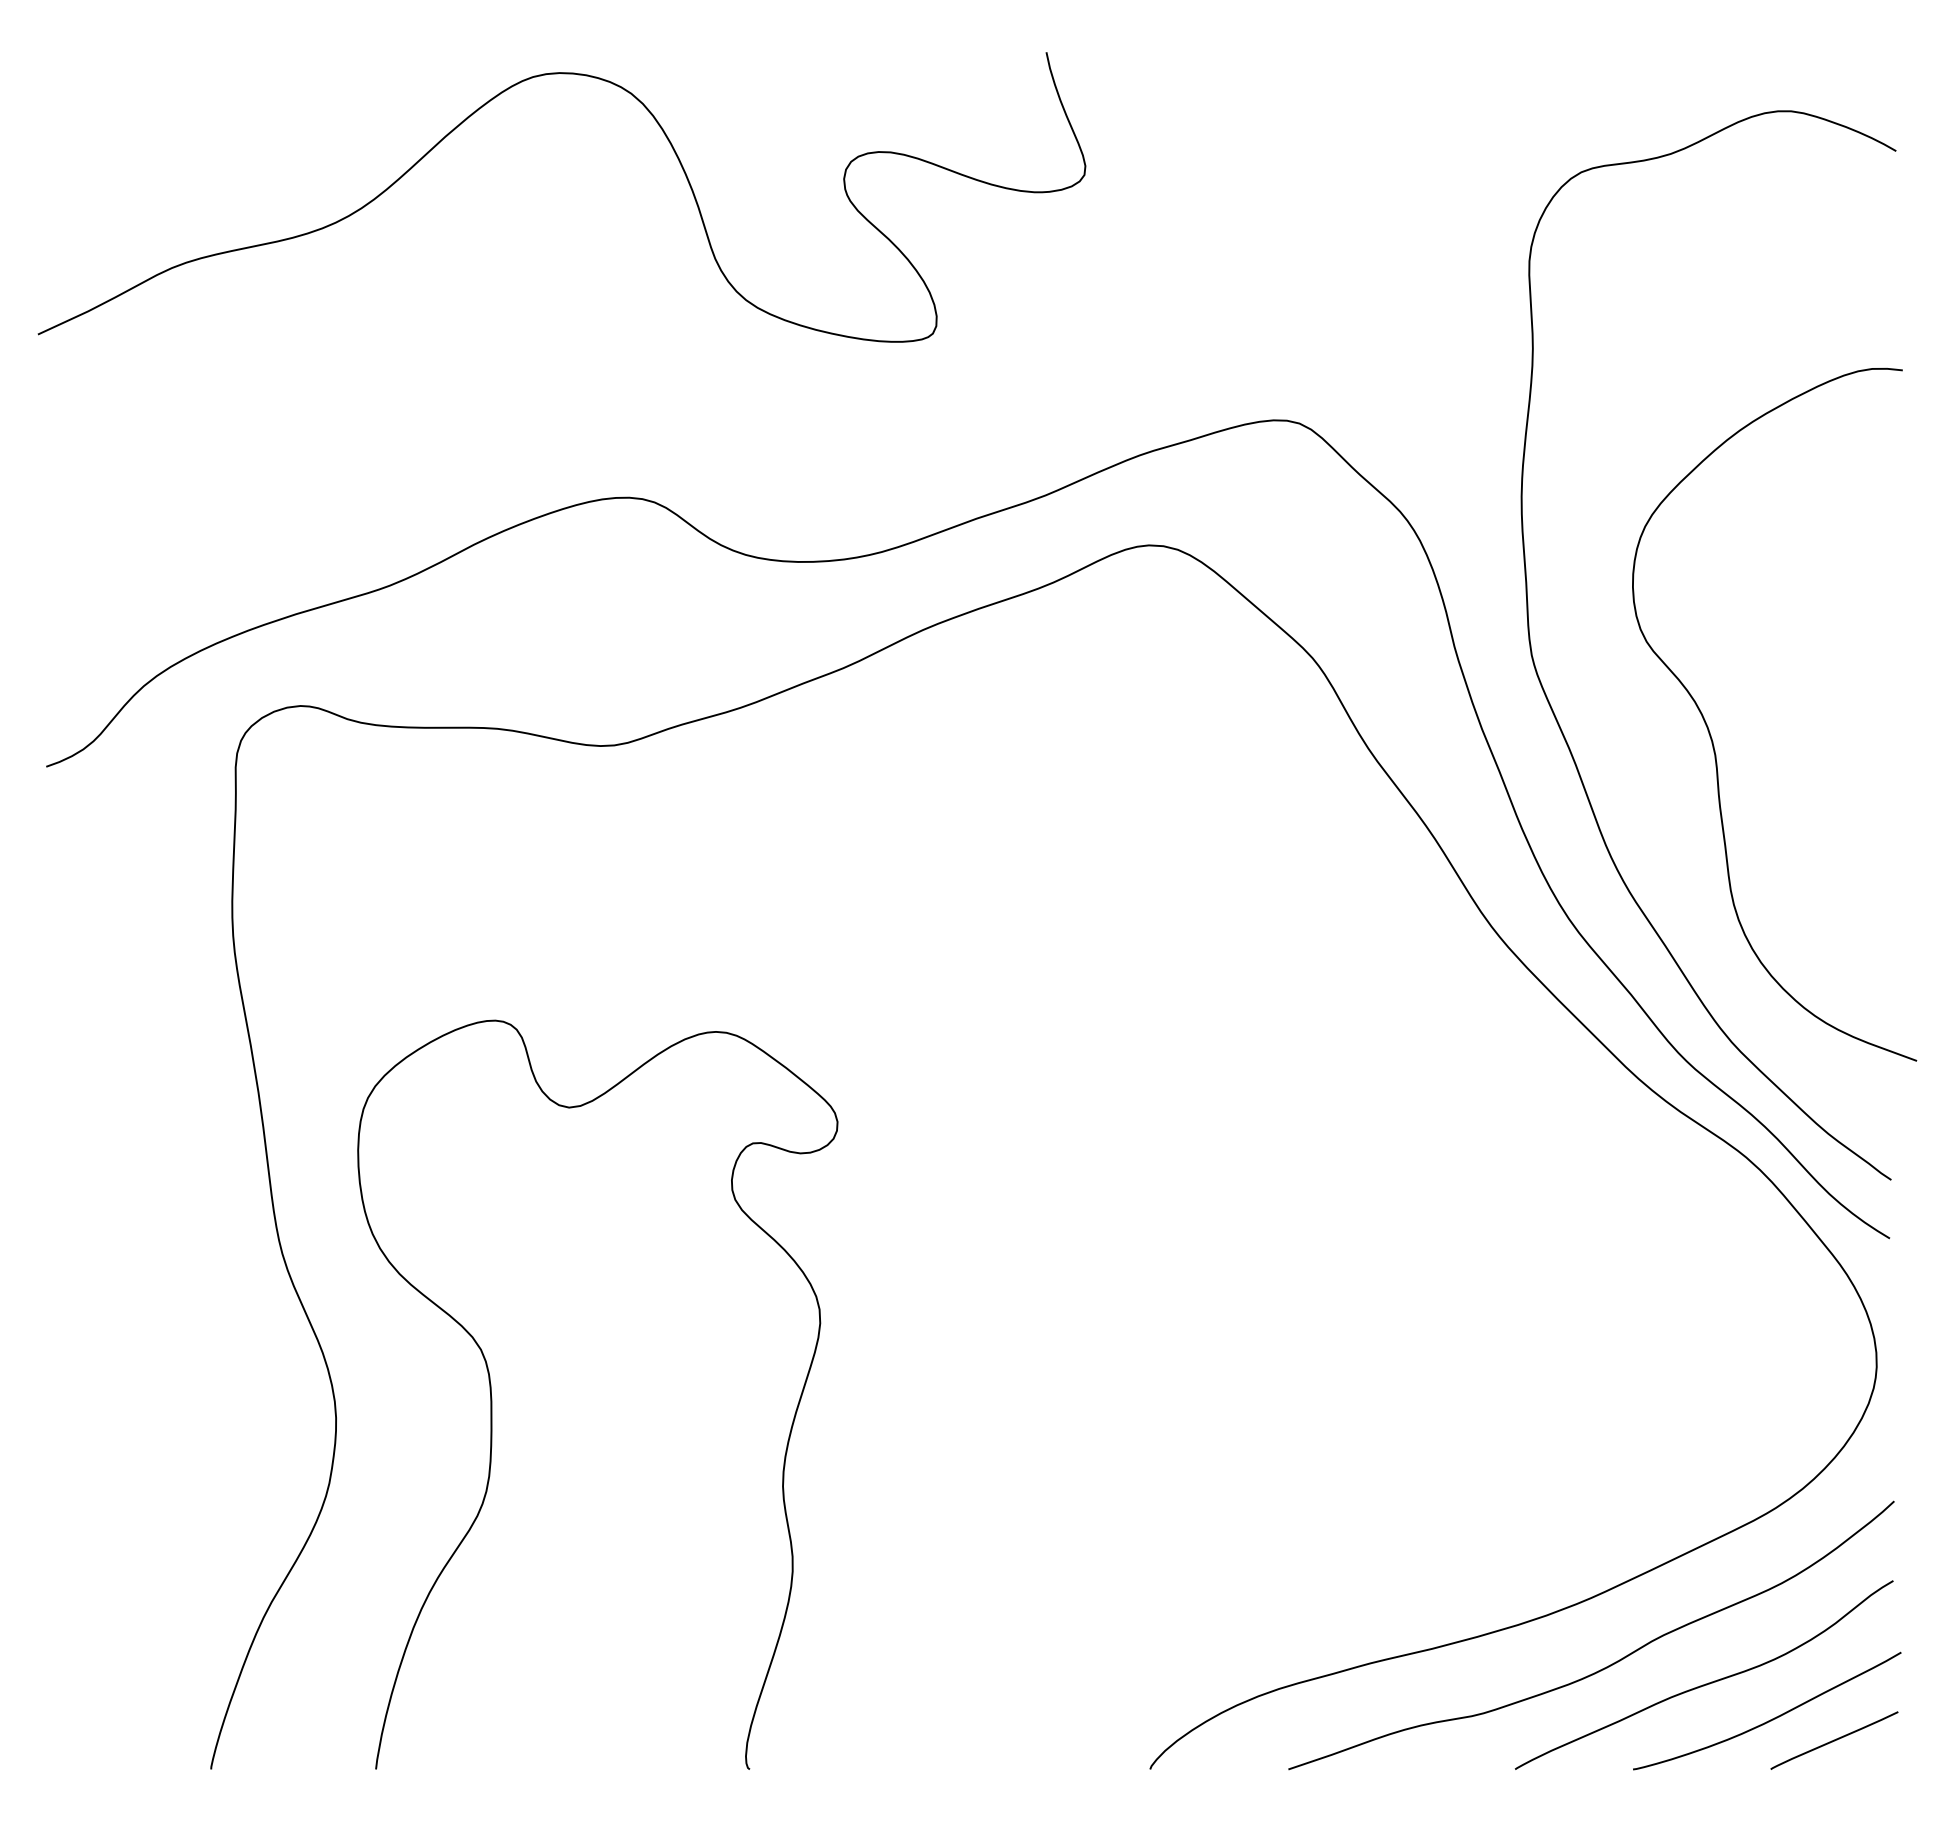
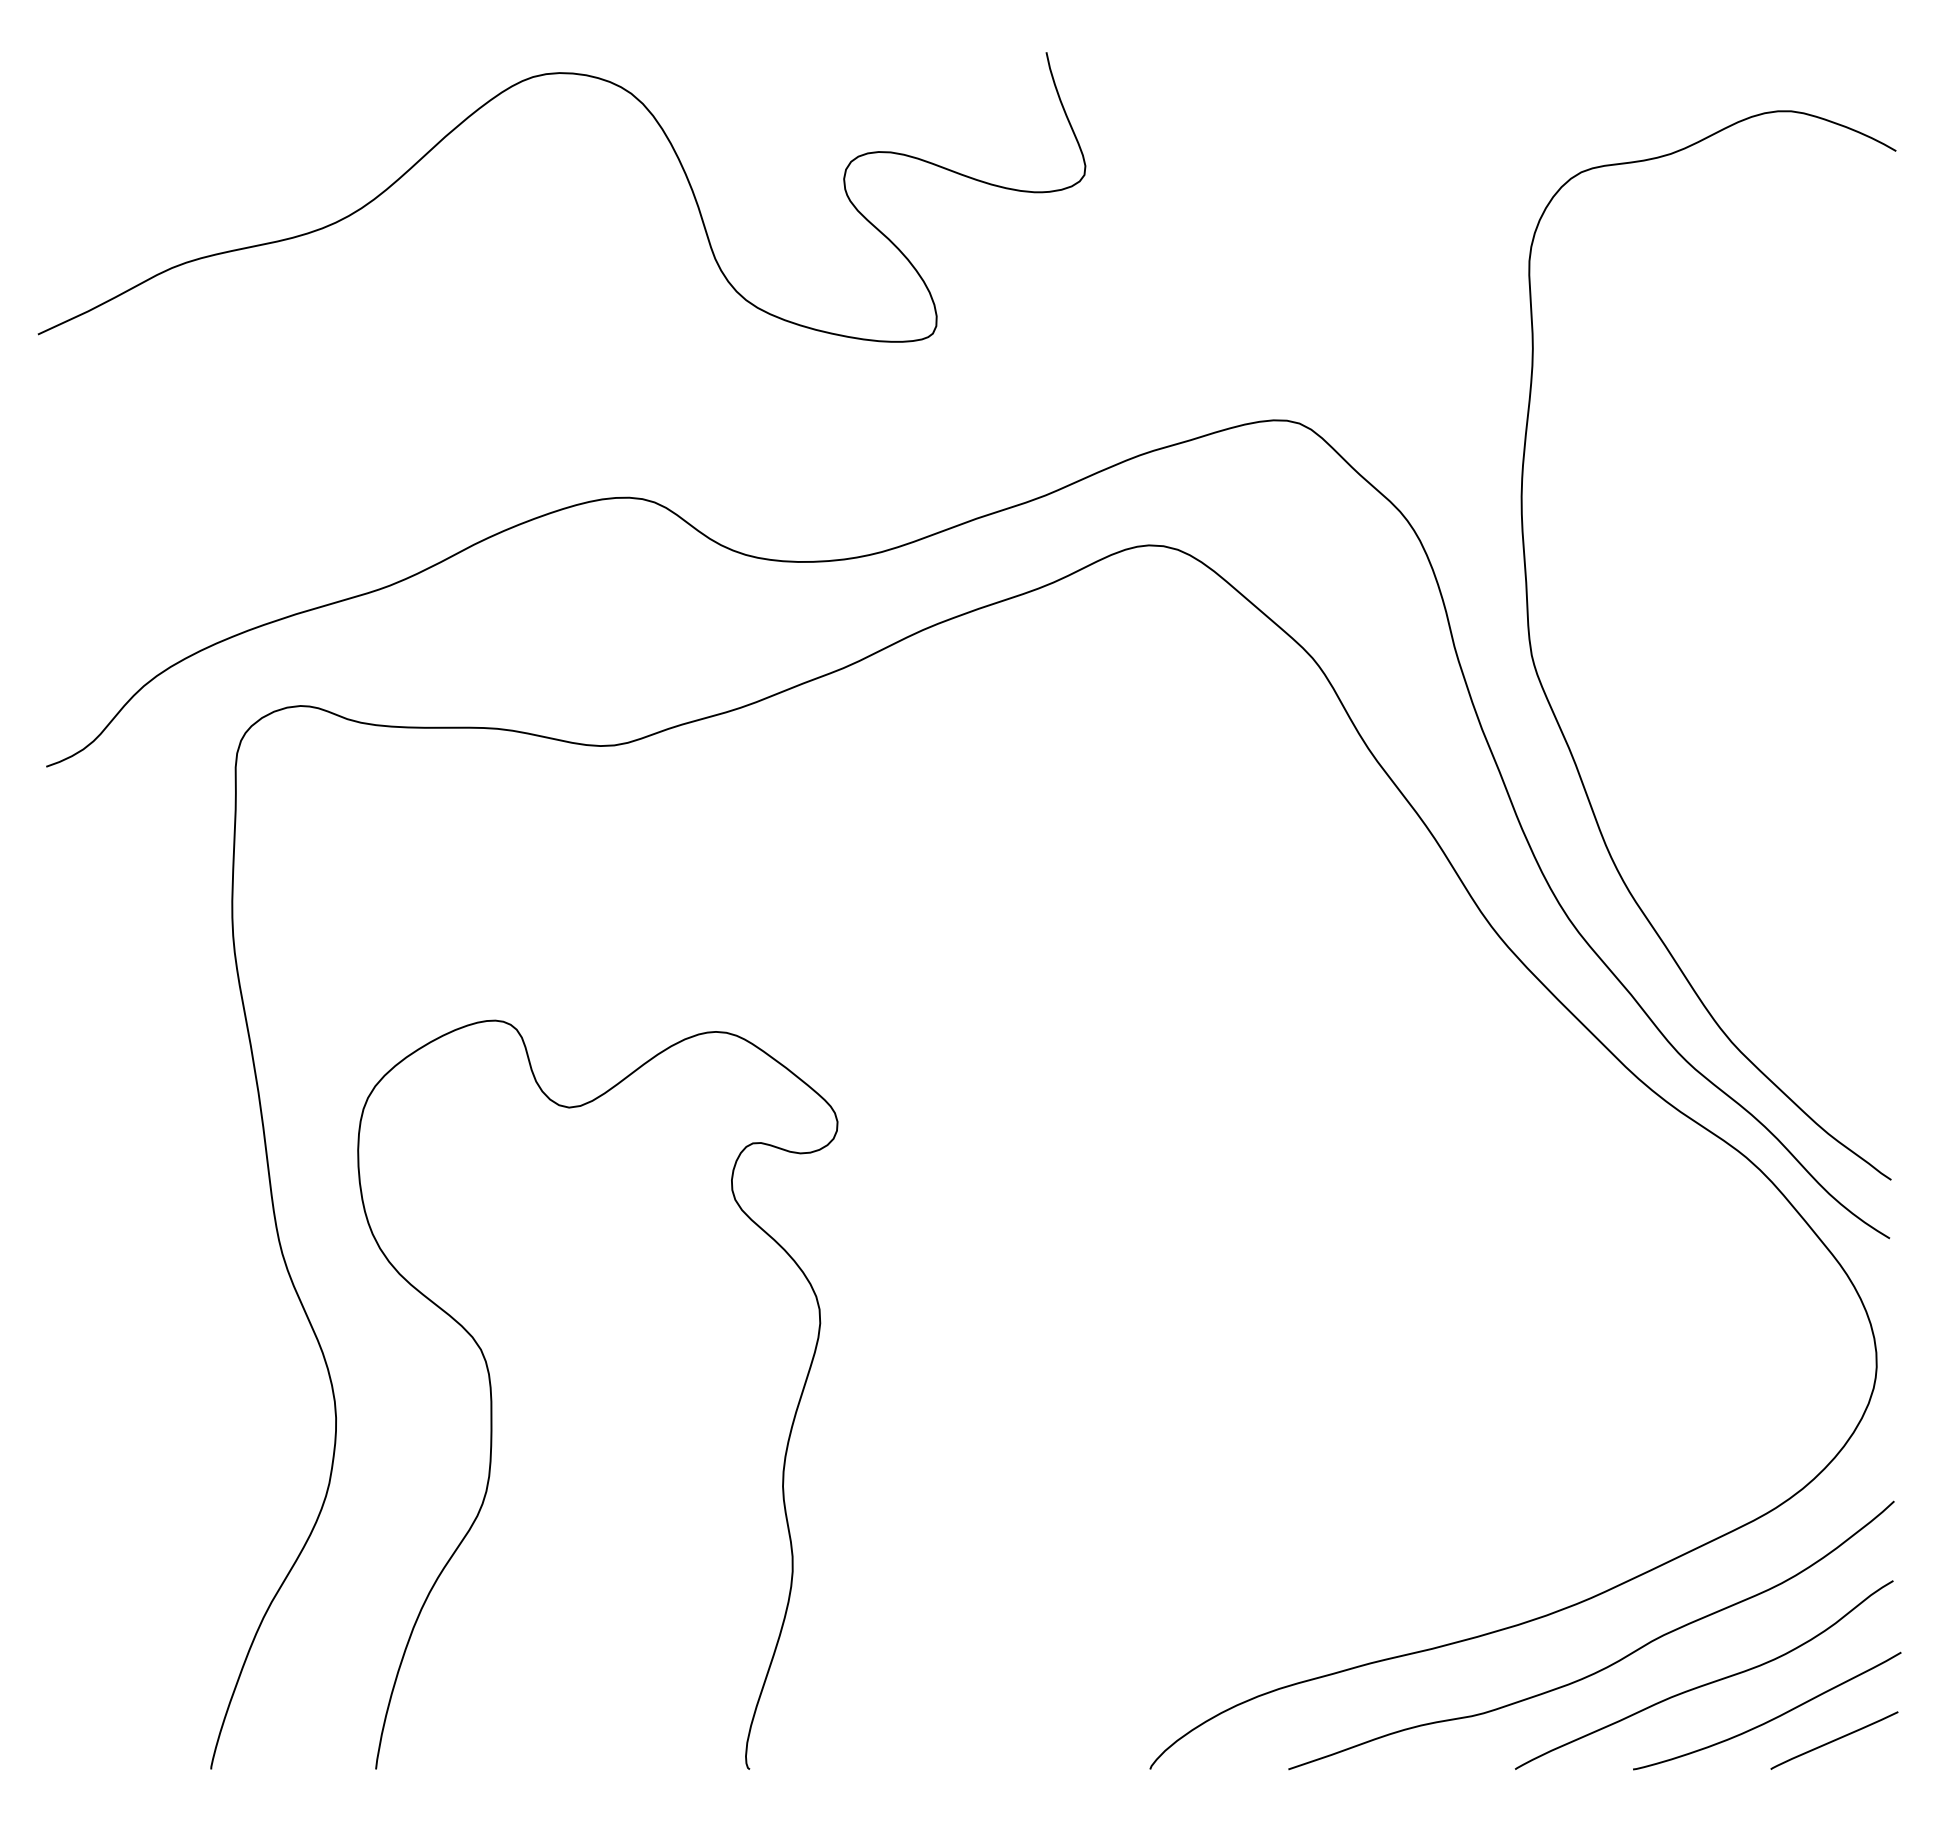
curve at (1711, 735): present -> none
